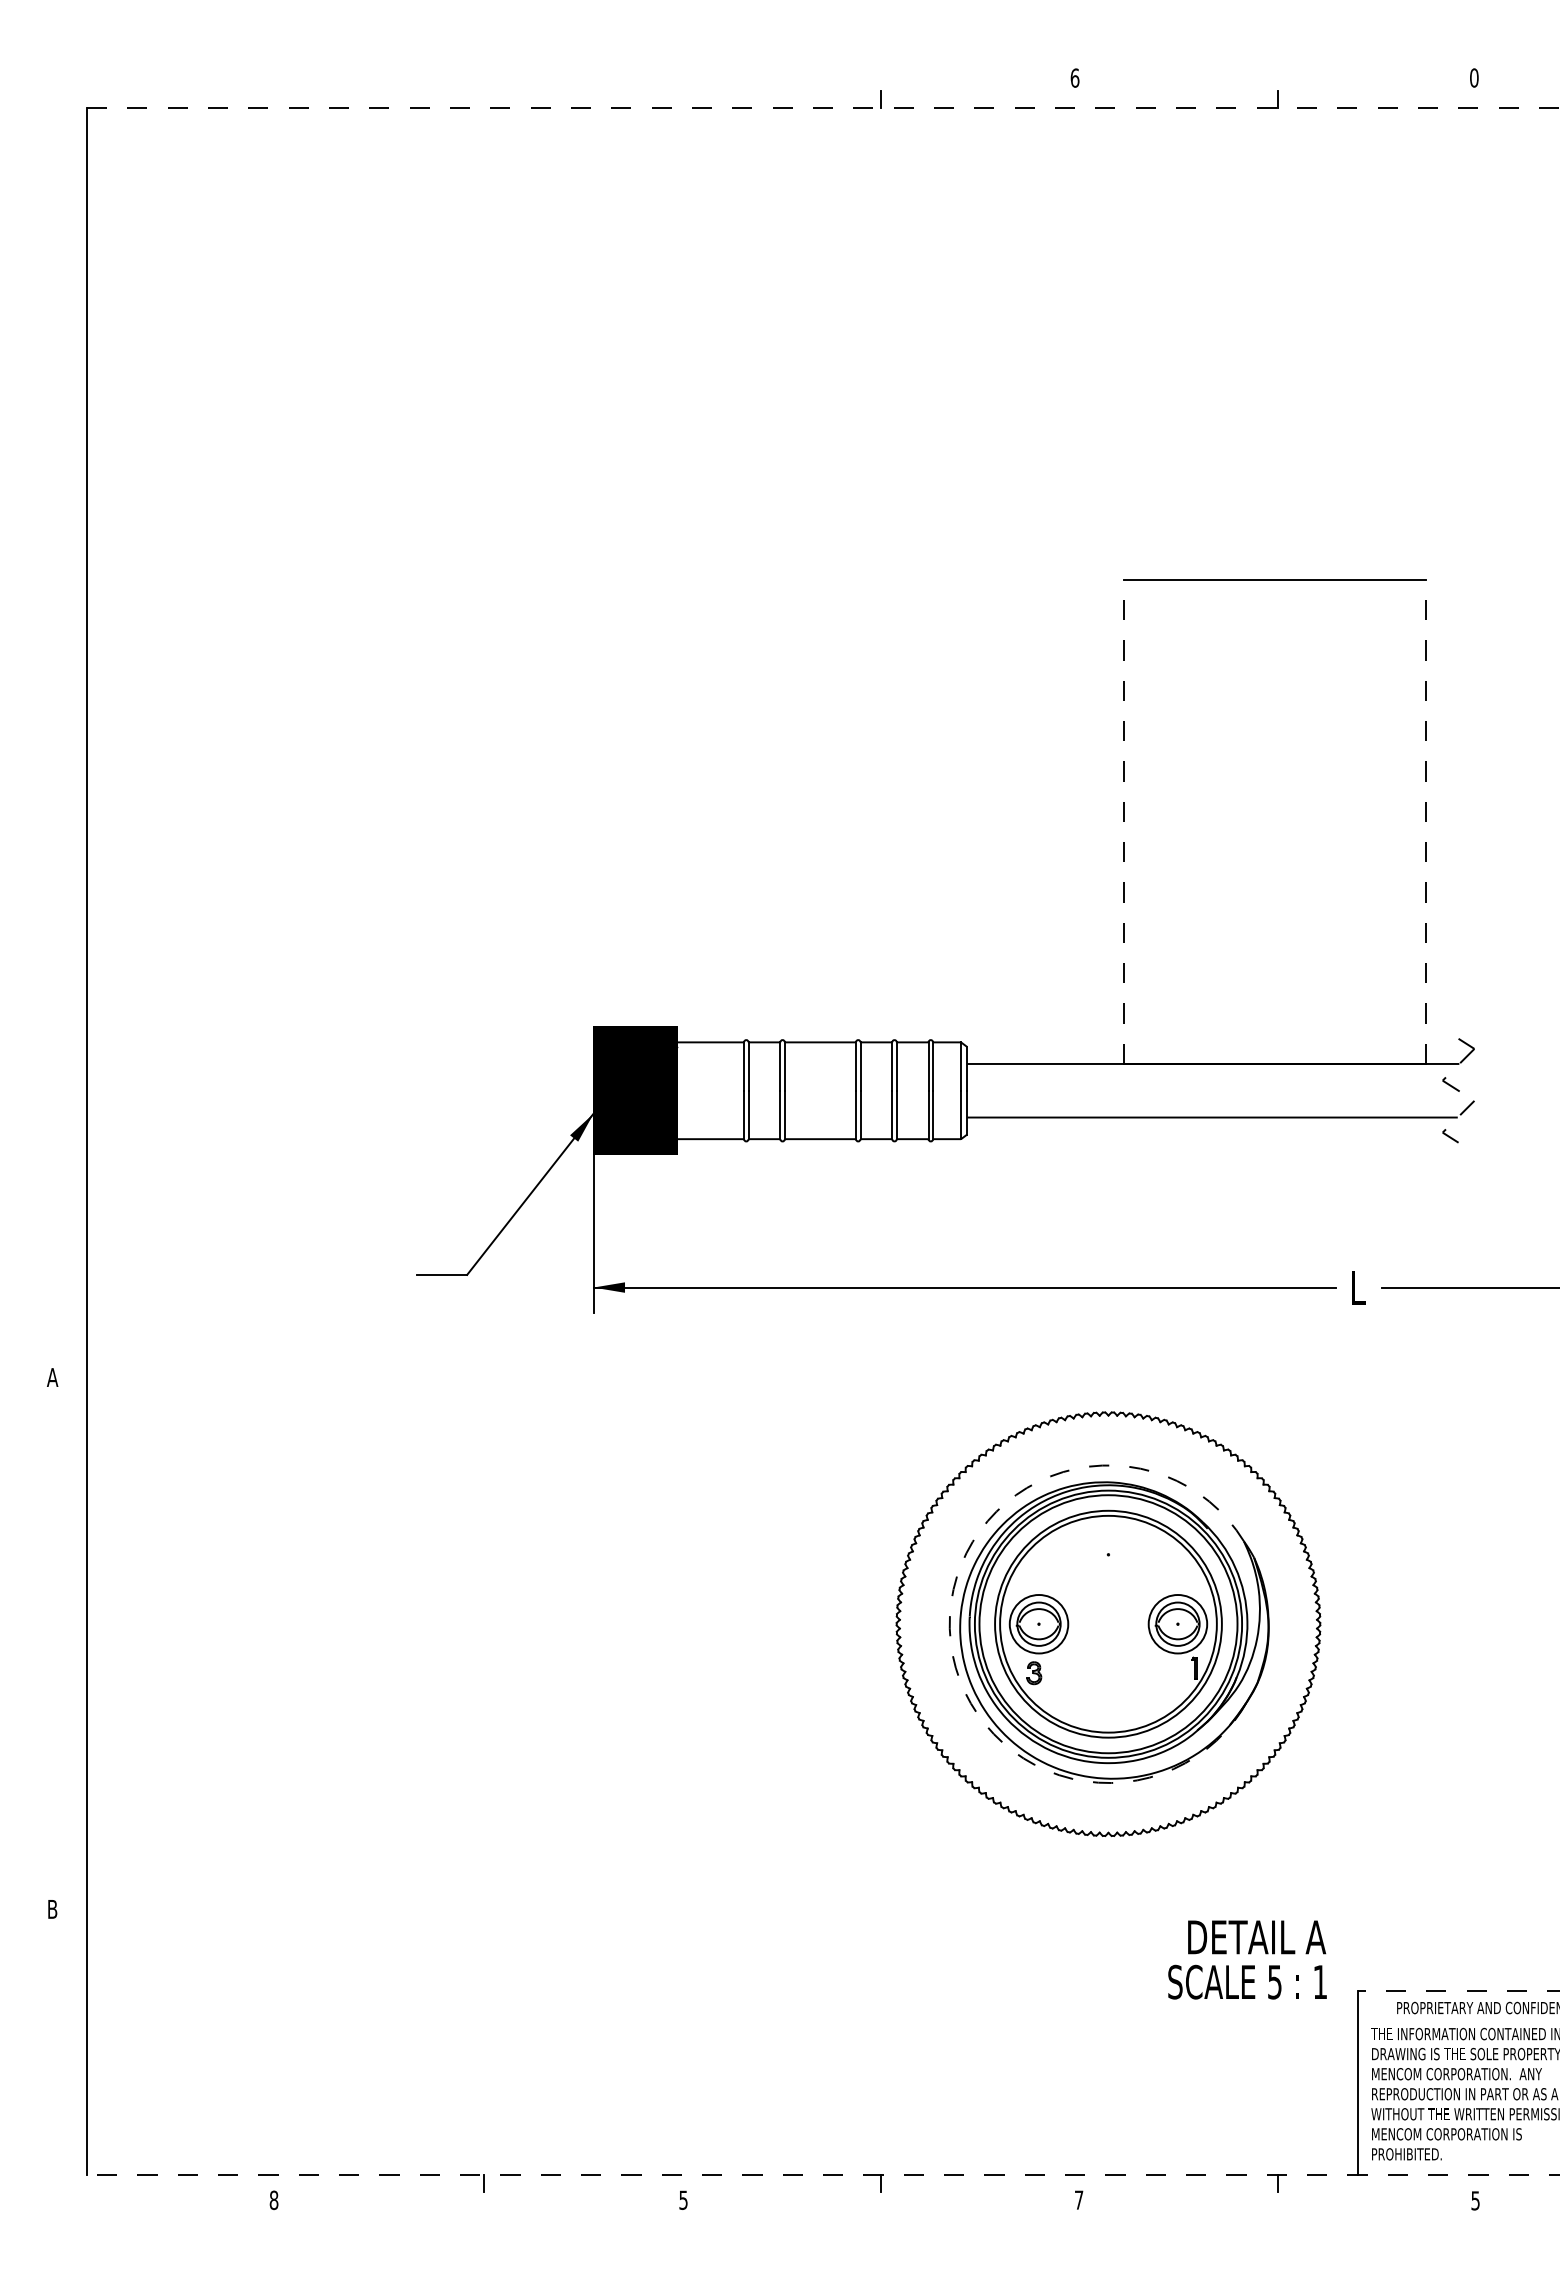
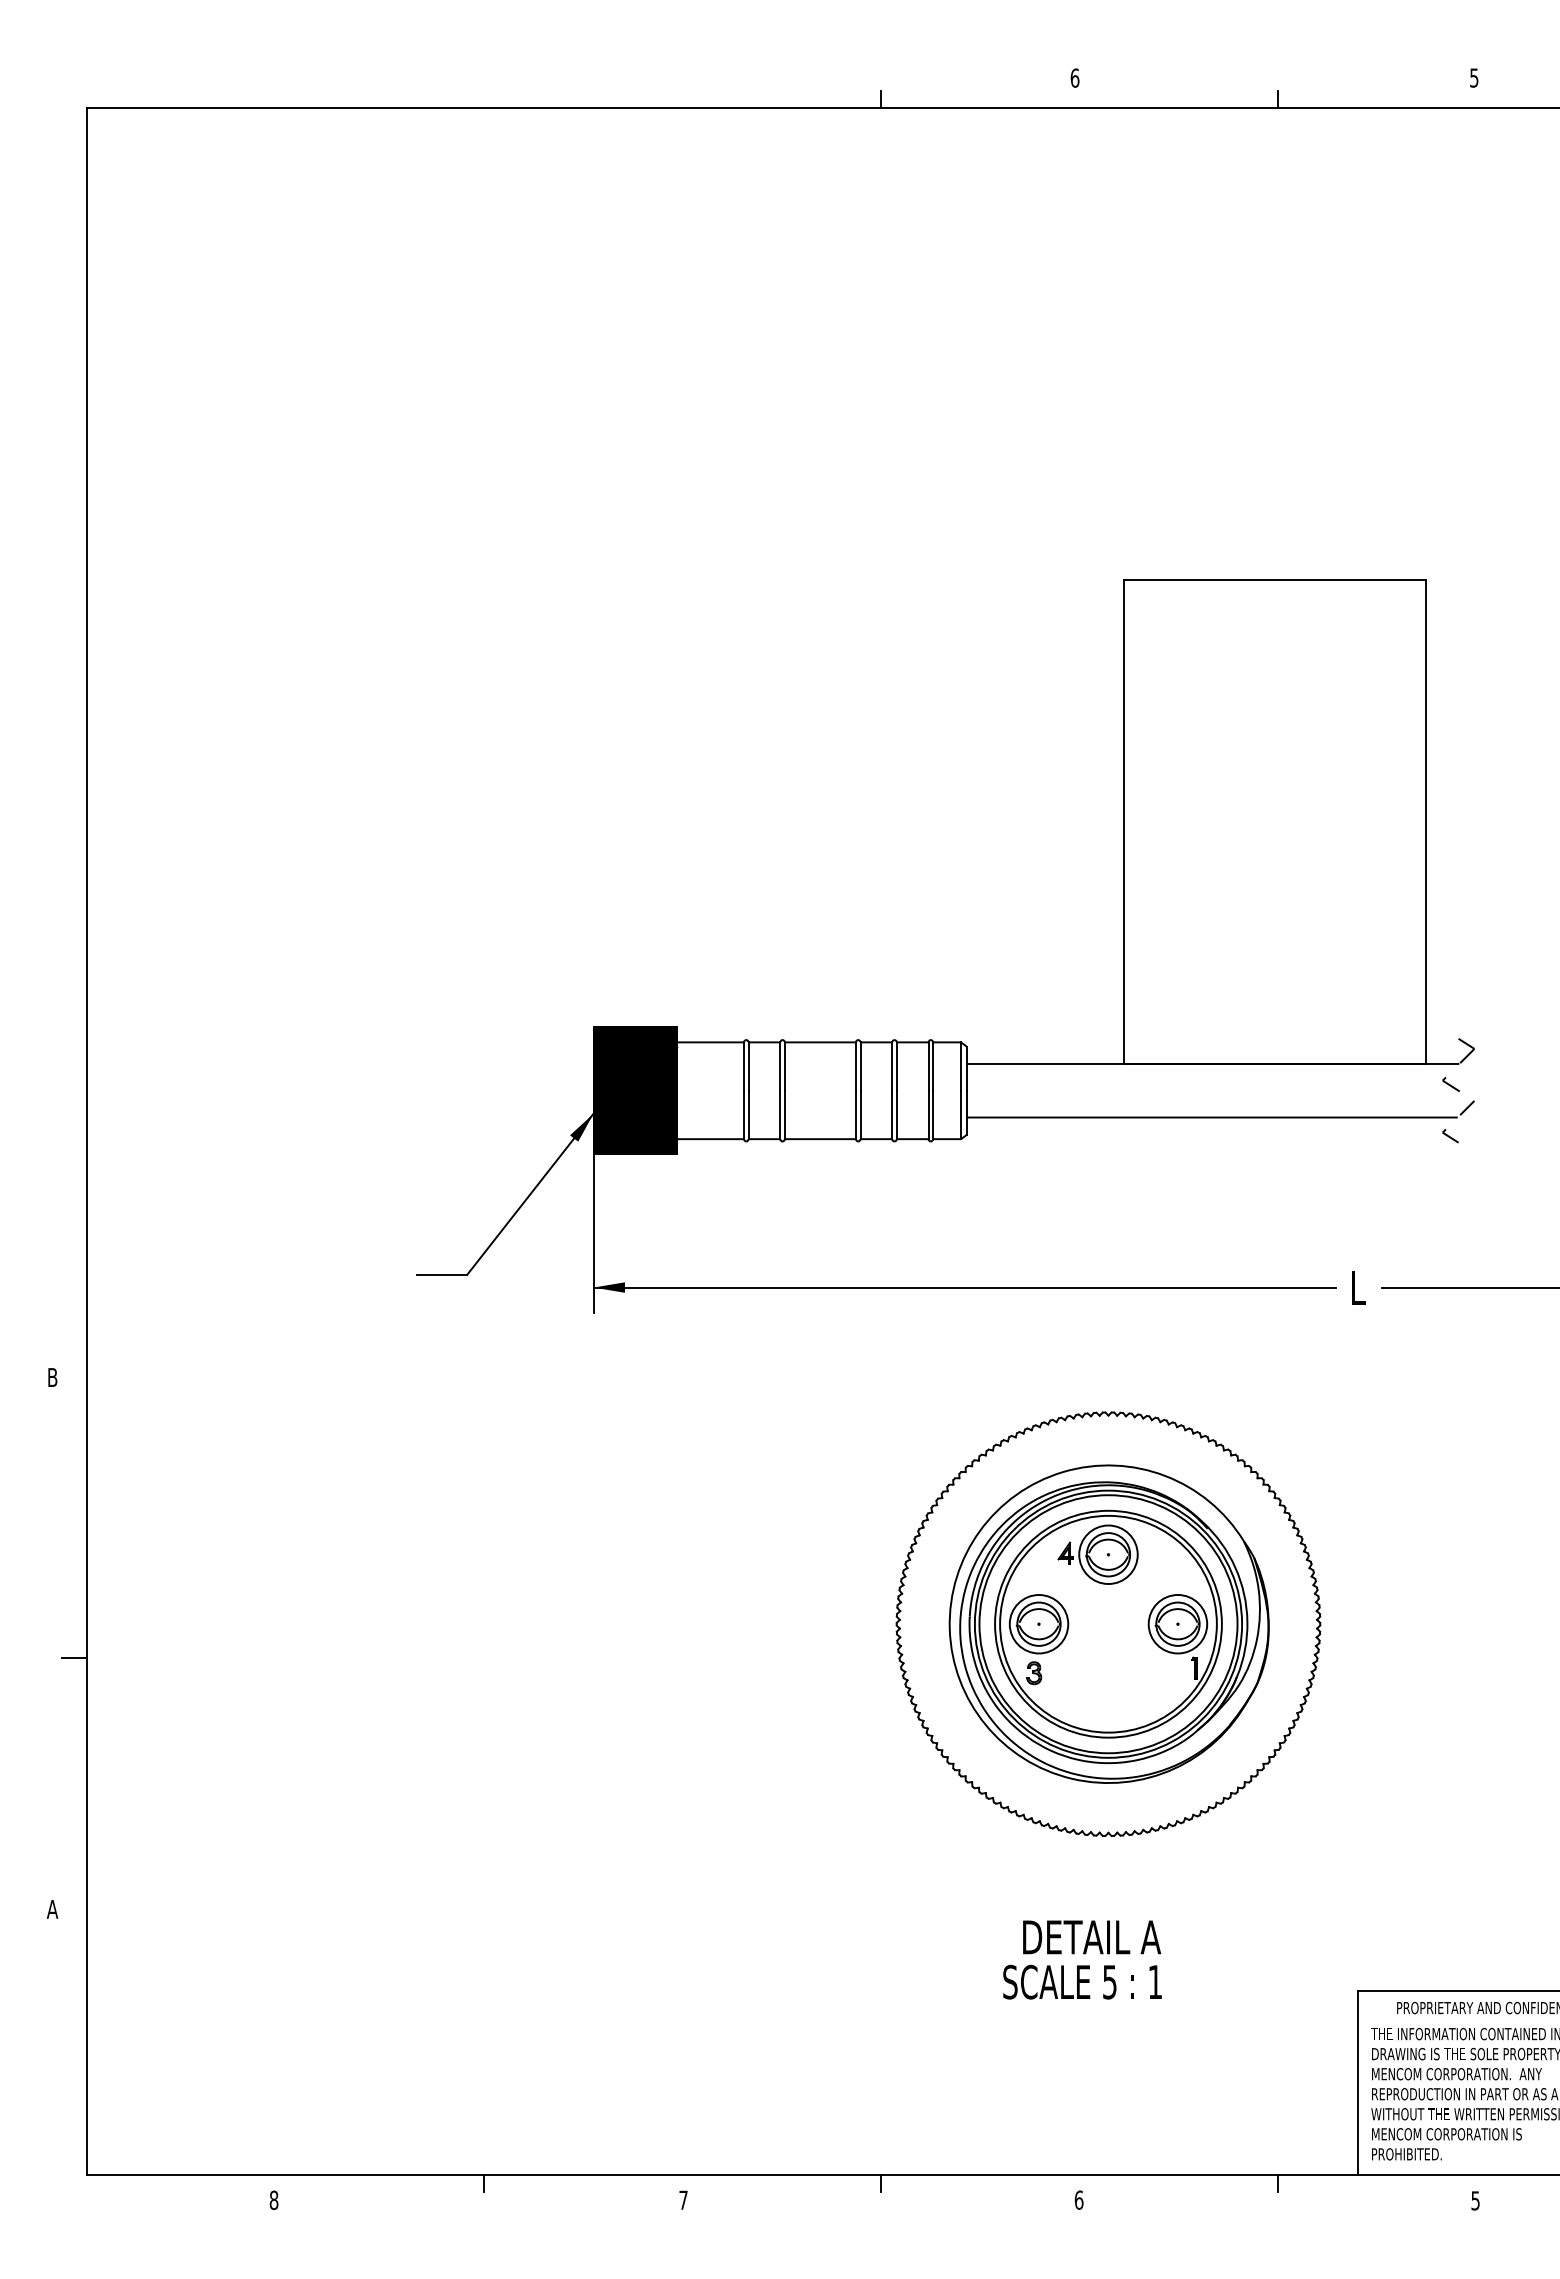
text at (1474, 77): 0 -> 5
line at (823, 107): dashed -> solid
line at (1123, 822): dashed -> solid
line at (1426, 822): dashed -> solid
text at (52, 1377): A -> B
part at (1097, 1554): none -> present
arc at (949, 1628): dashed -> solid
line at (73, 1658): none -> present
text at (52, 1909): B -> A
text at (1247, 1959) position: (1247, 1959) -> (1082, 1959)
line at (1458, 1990): dashed -> solid
line at (822, 2174): dashed -> solid
text at (683, 2199): 5 -> 7
text at (1078, 2199): 7 -> 6
